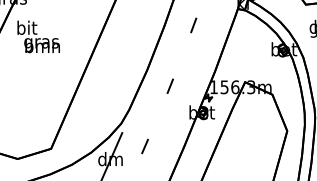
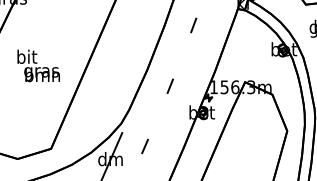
text at (38, 36) position: (38, 36) -> (38, 65)
